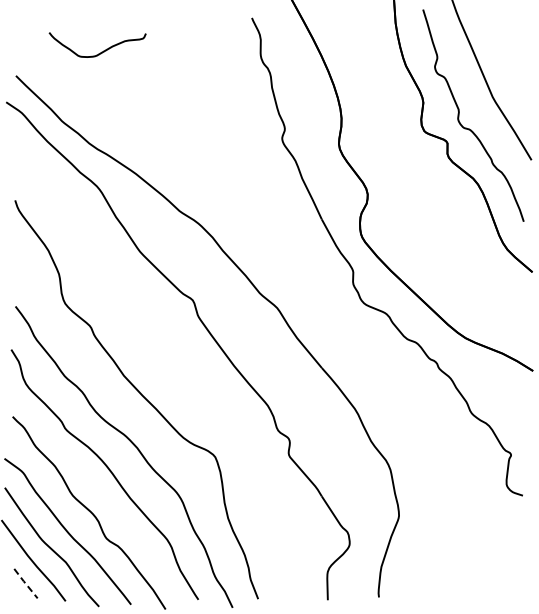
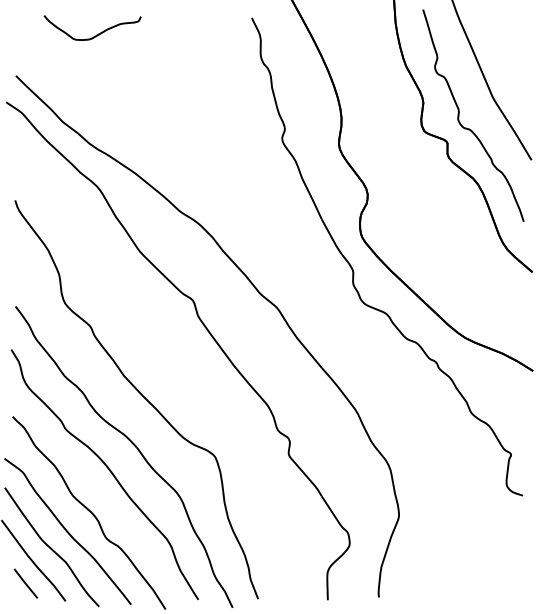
curve at (101, 51) position: (101, 51) -> (96, 34)
line at (25, 583): dashed -> solid
